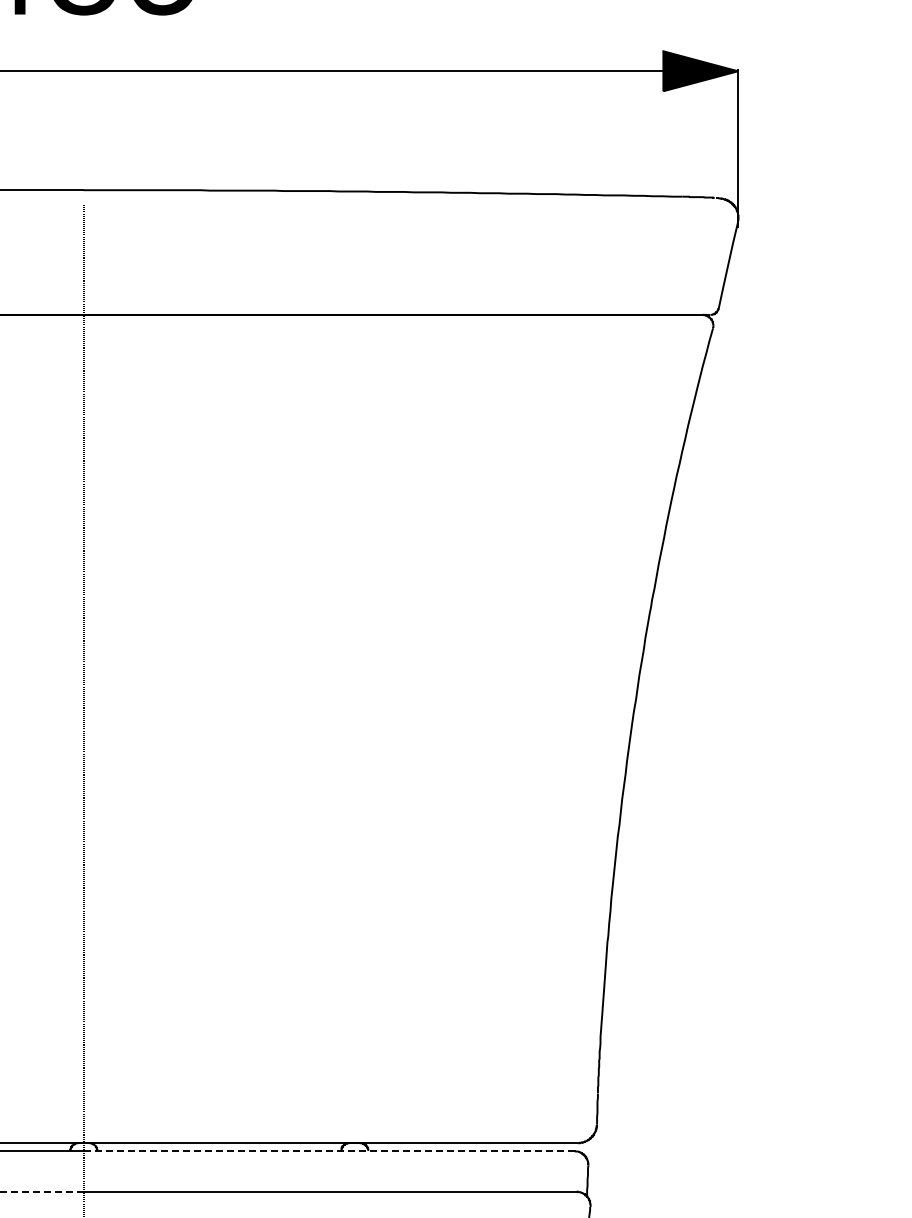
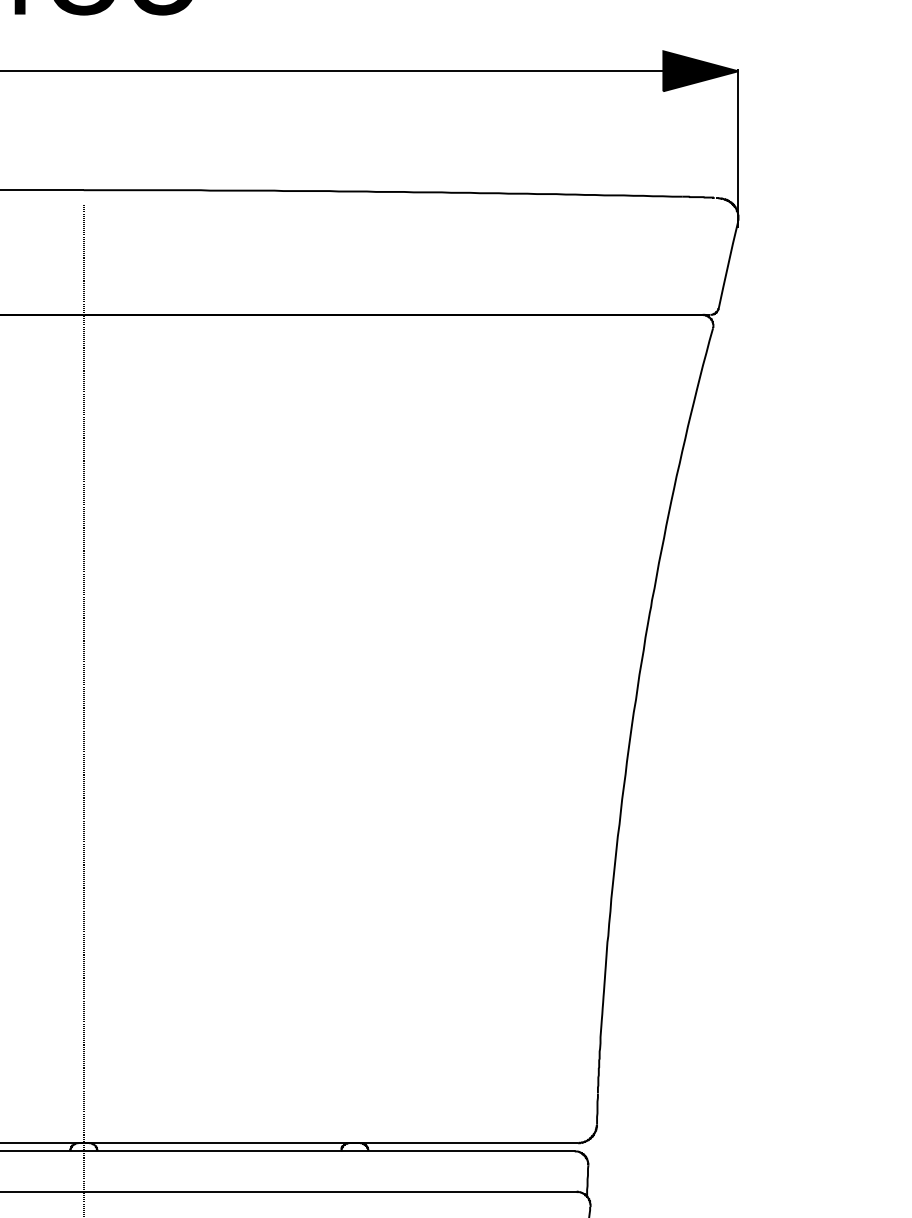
line at (329, 1151): dashed -> solid
line at (41, 1191): dashed -> solid
